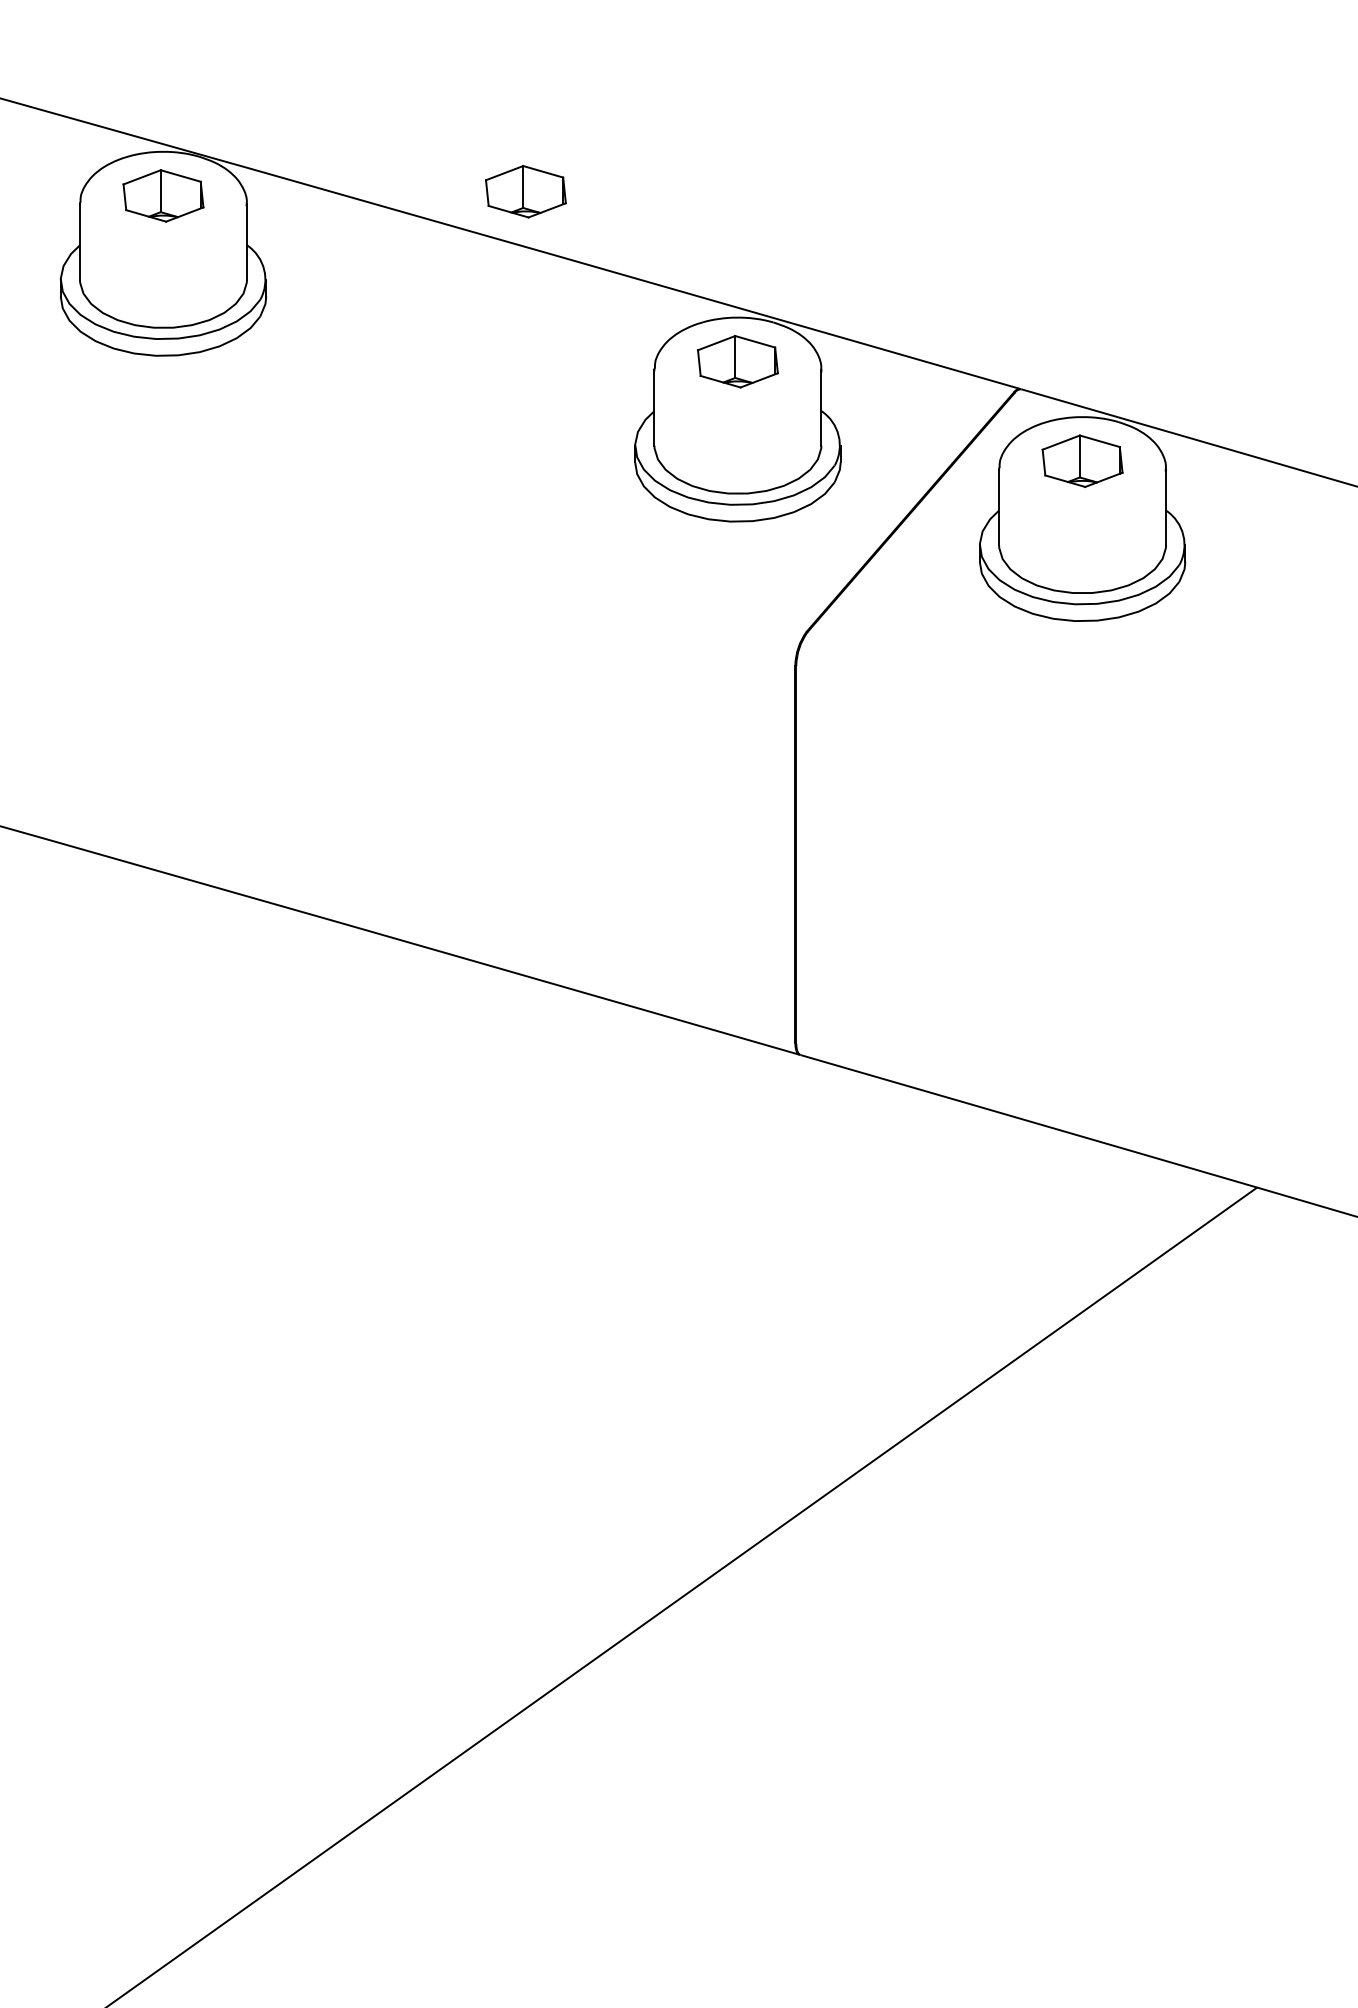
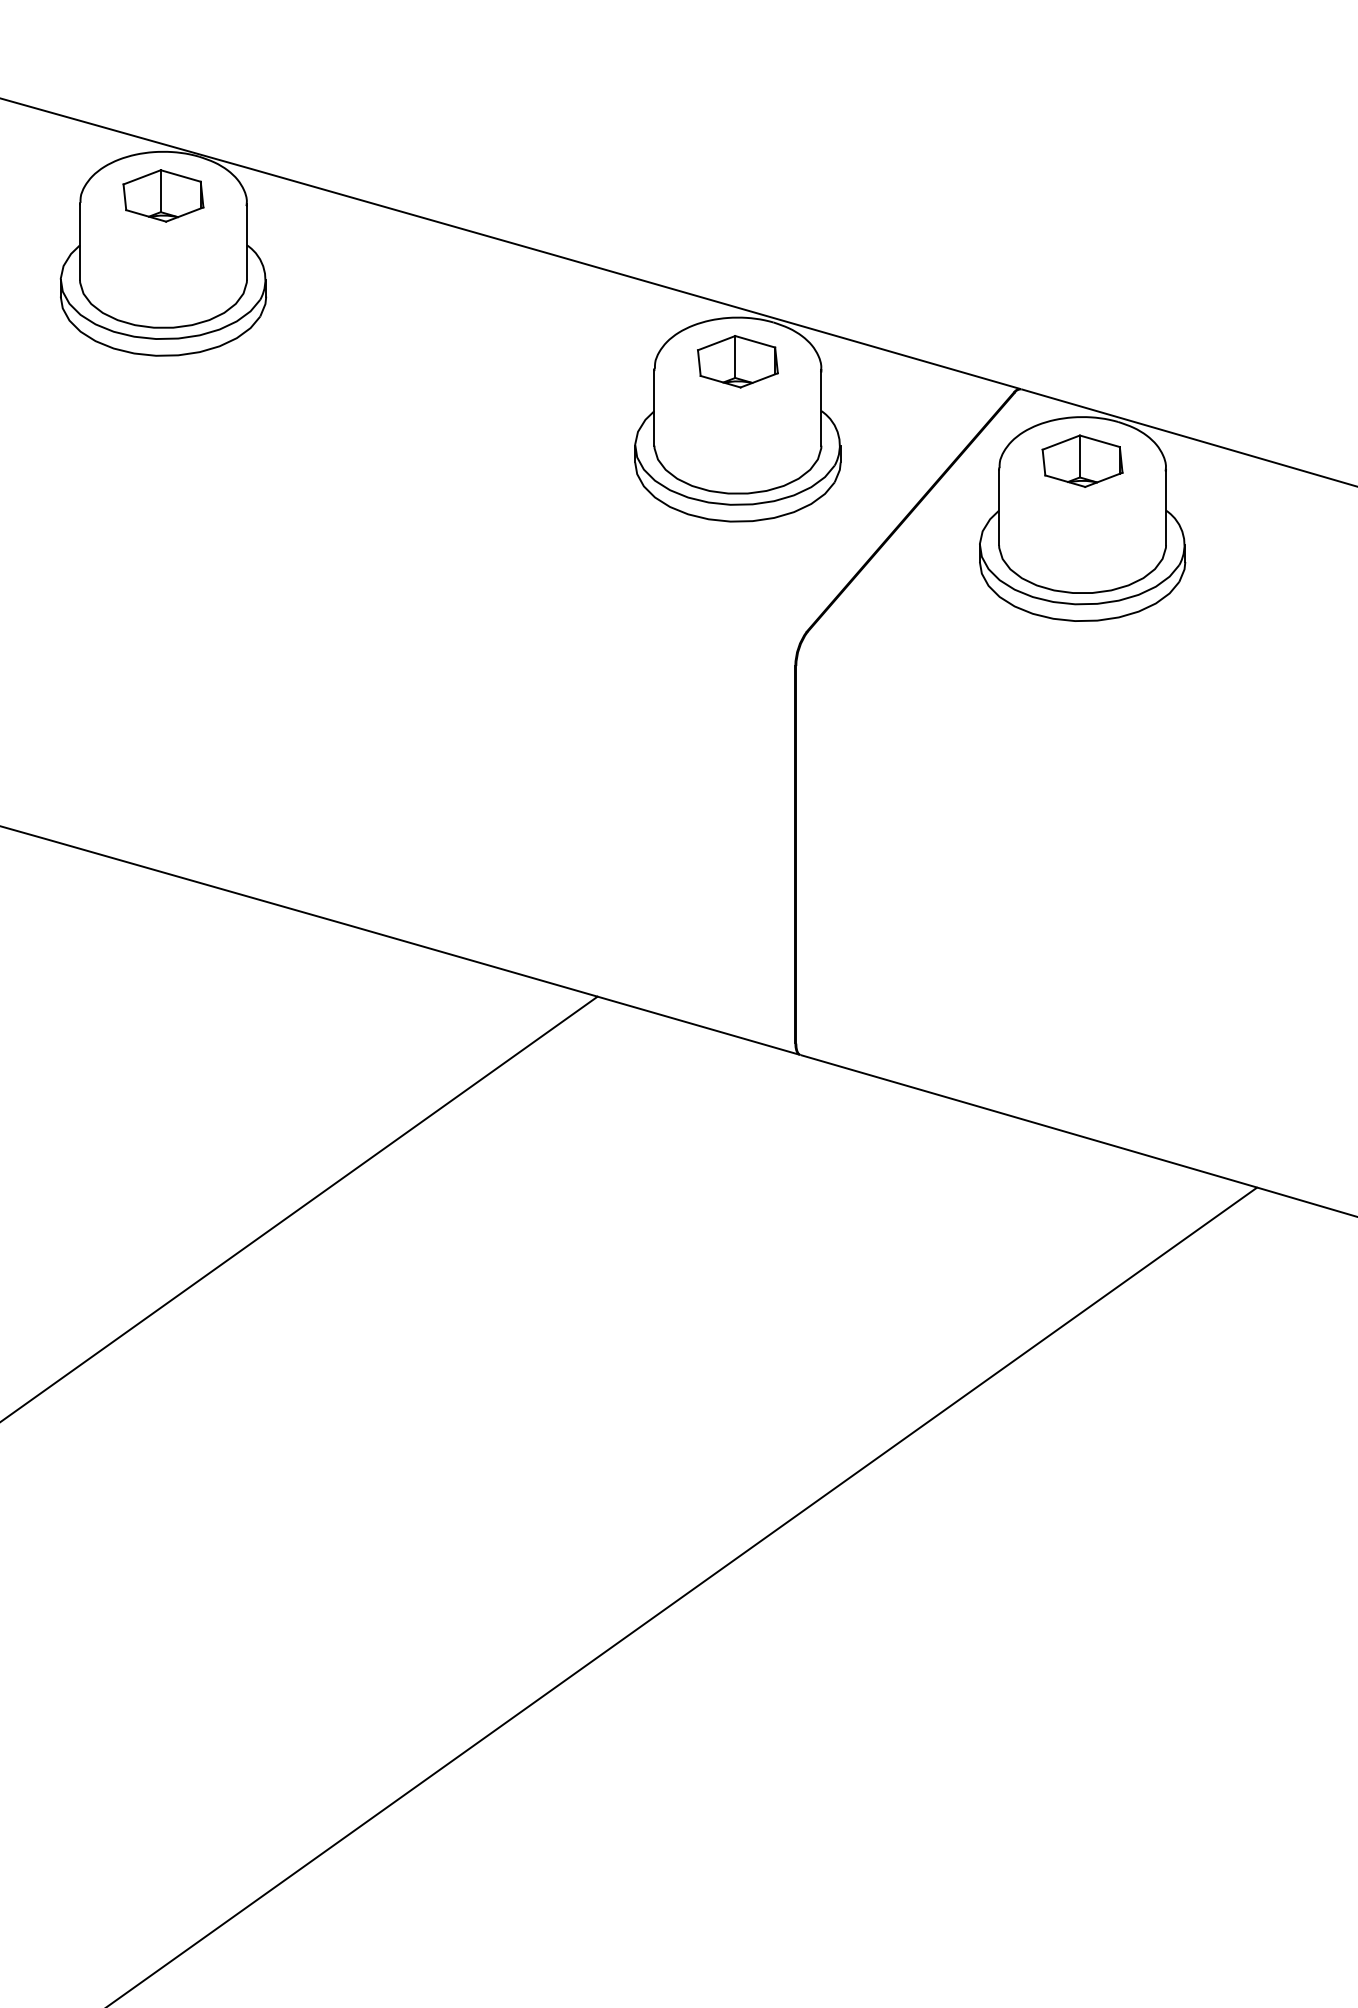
part at (525, 191): present -> none
line at (299, 1208): none -> present
